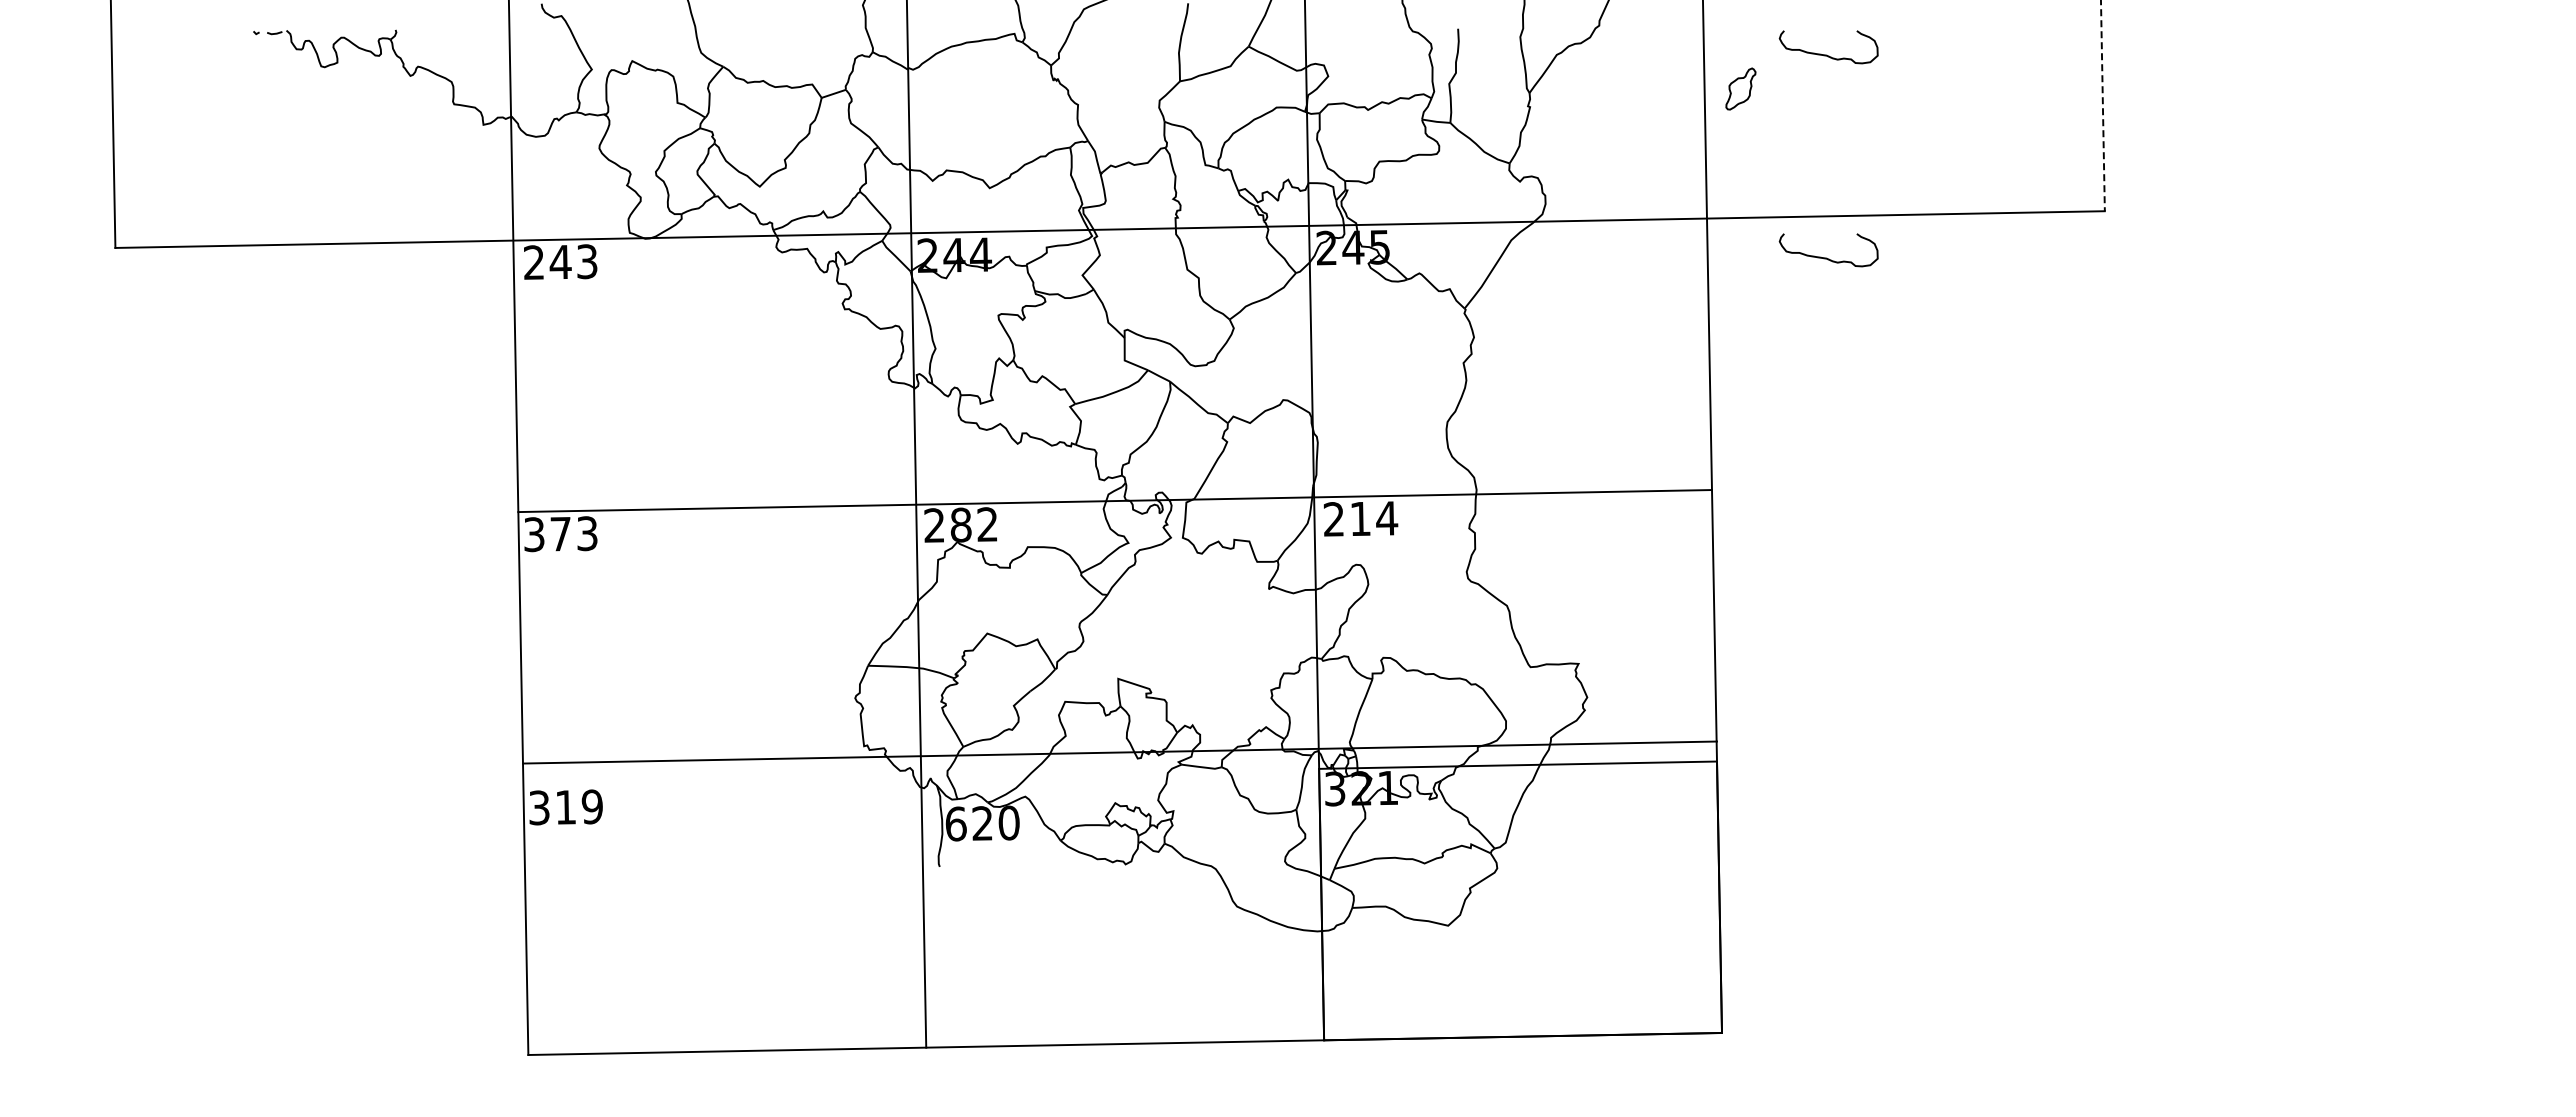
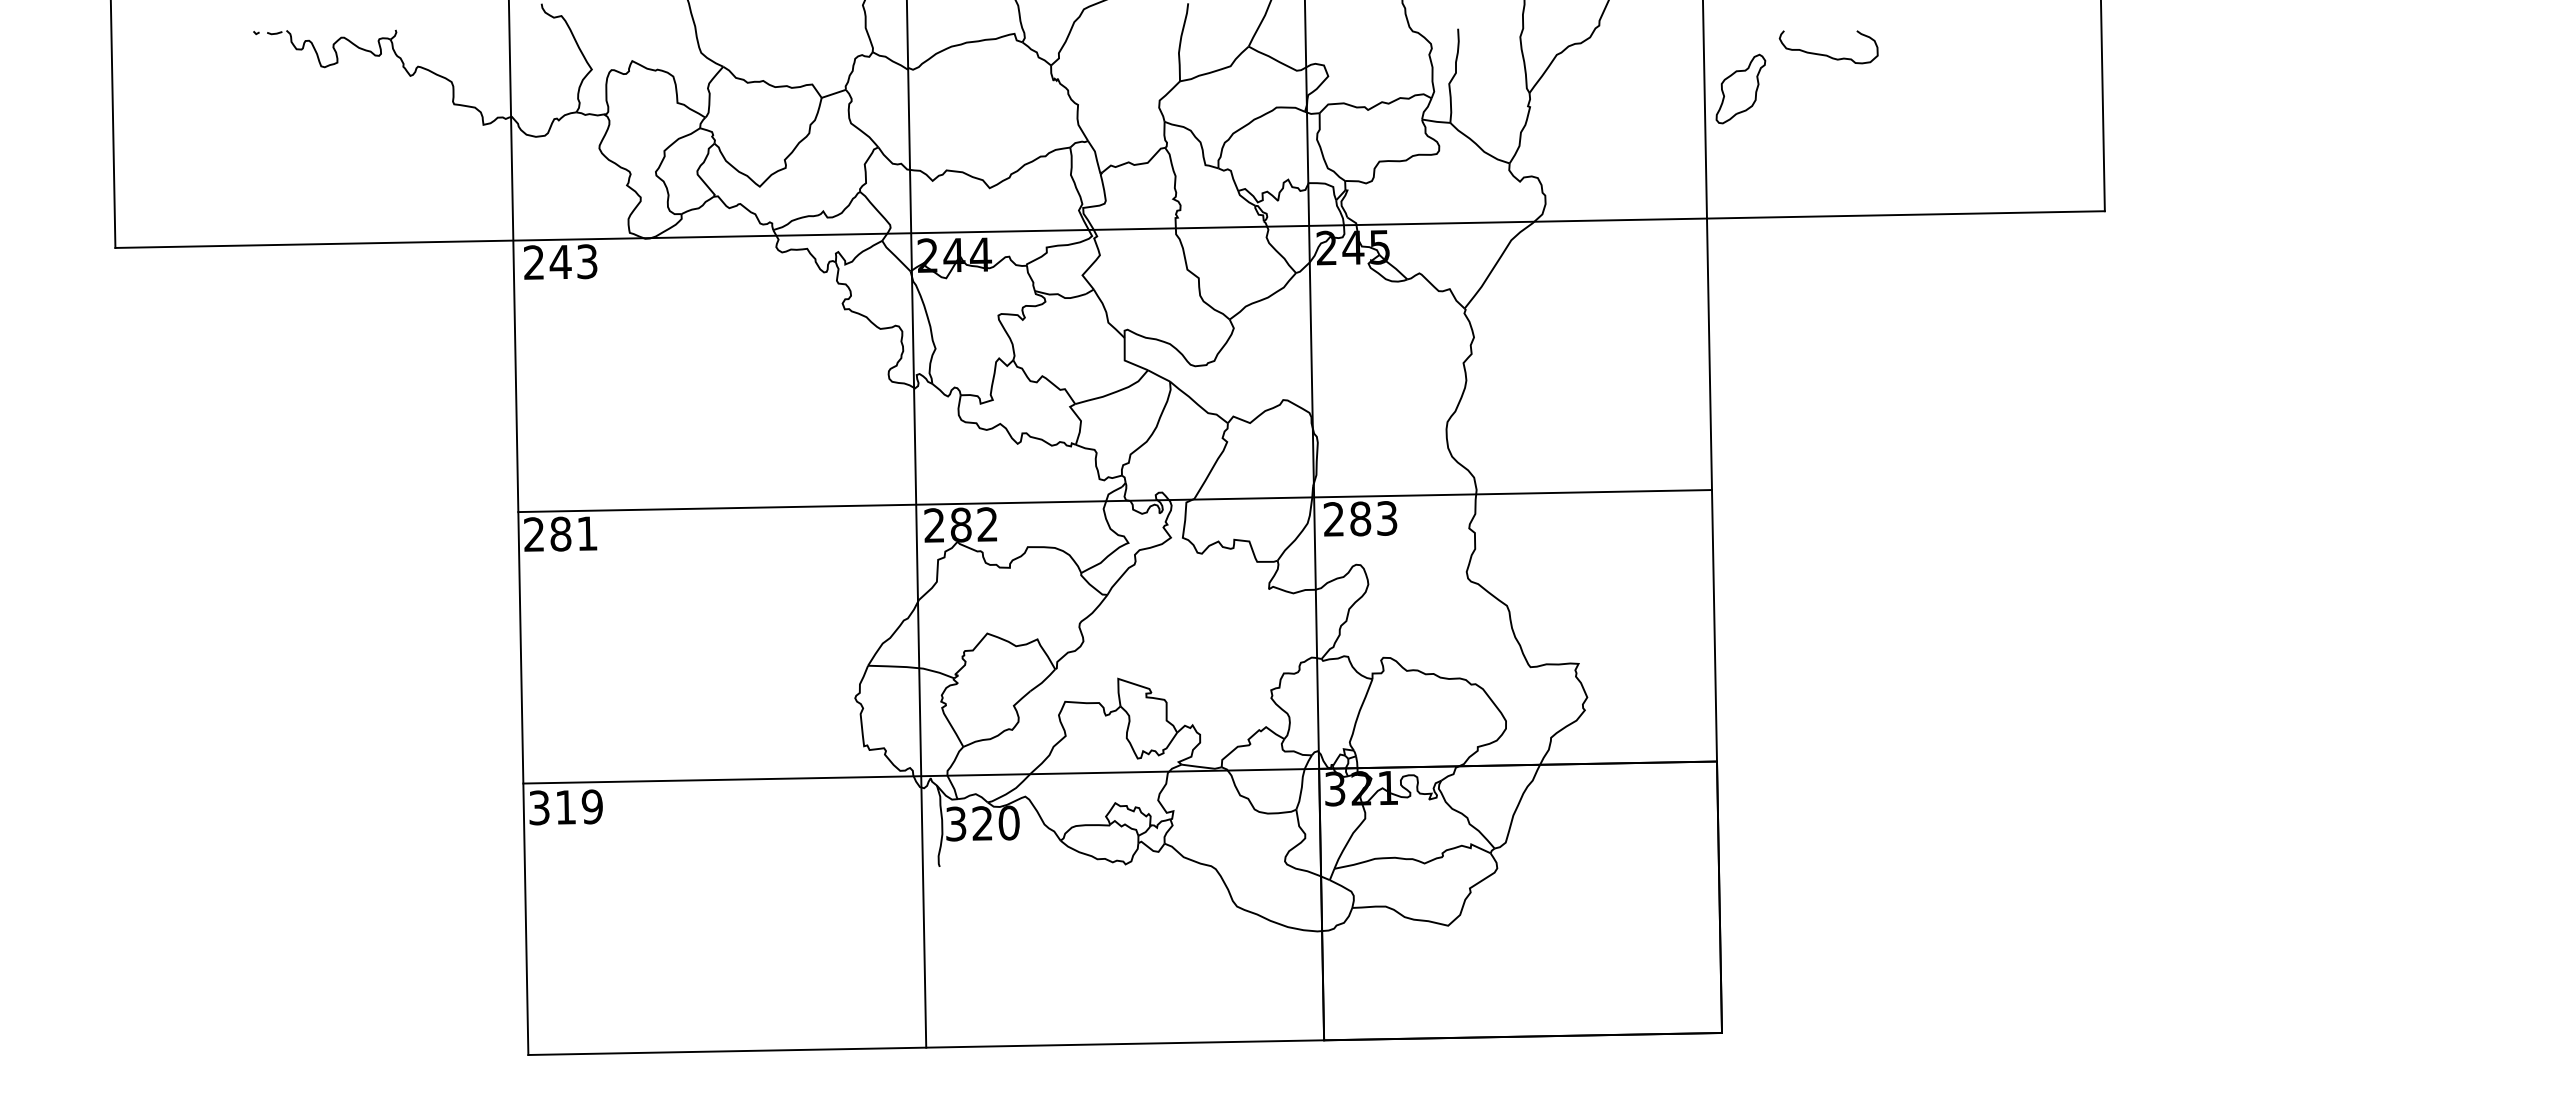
part at (1740, 88) size: 32x44 px -> 52x72 px
line at (2102, 106): dashed -> solid
curve at (1826, 257): present -> none
text at (1374, 518): 214 -> 283
text at (560, 534): 373 -> 281
line at (1120, 752) position: (1120, 752) -> (1120, 772)
text at (955, 823): 620 -> 320
